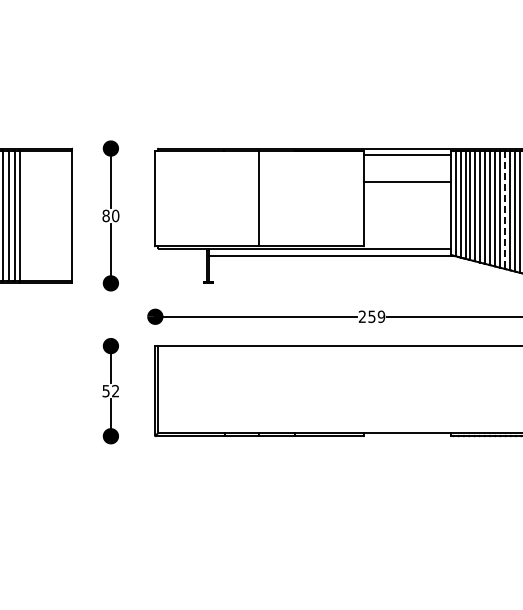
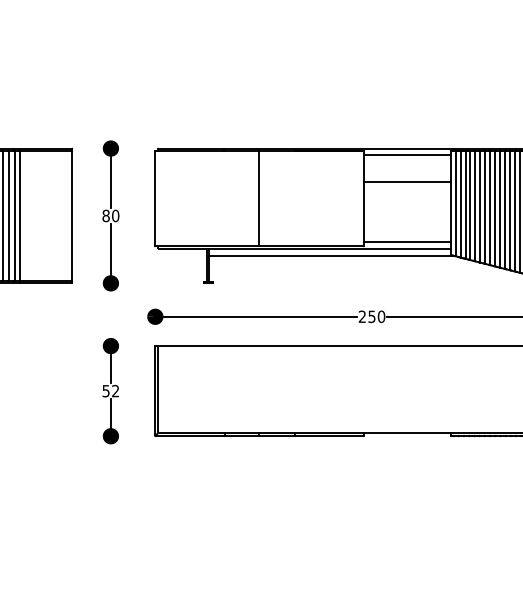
line at (504, 210): dashed -> solid
line at (406, 242): none -> present
text at (381, 316): 259 -> 250
